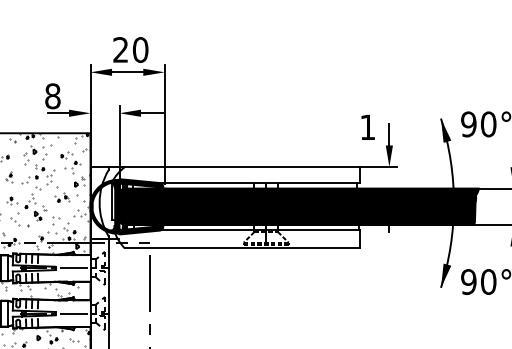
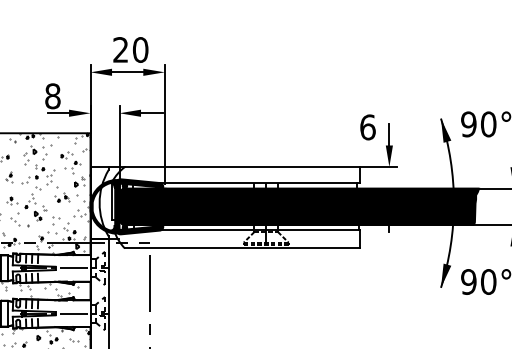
text at (367, 127): 1 -> 6
